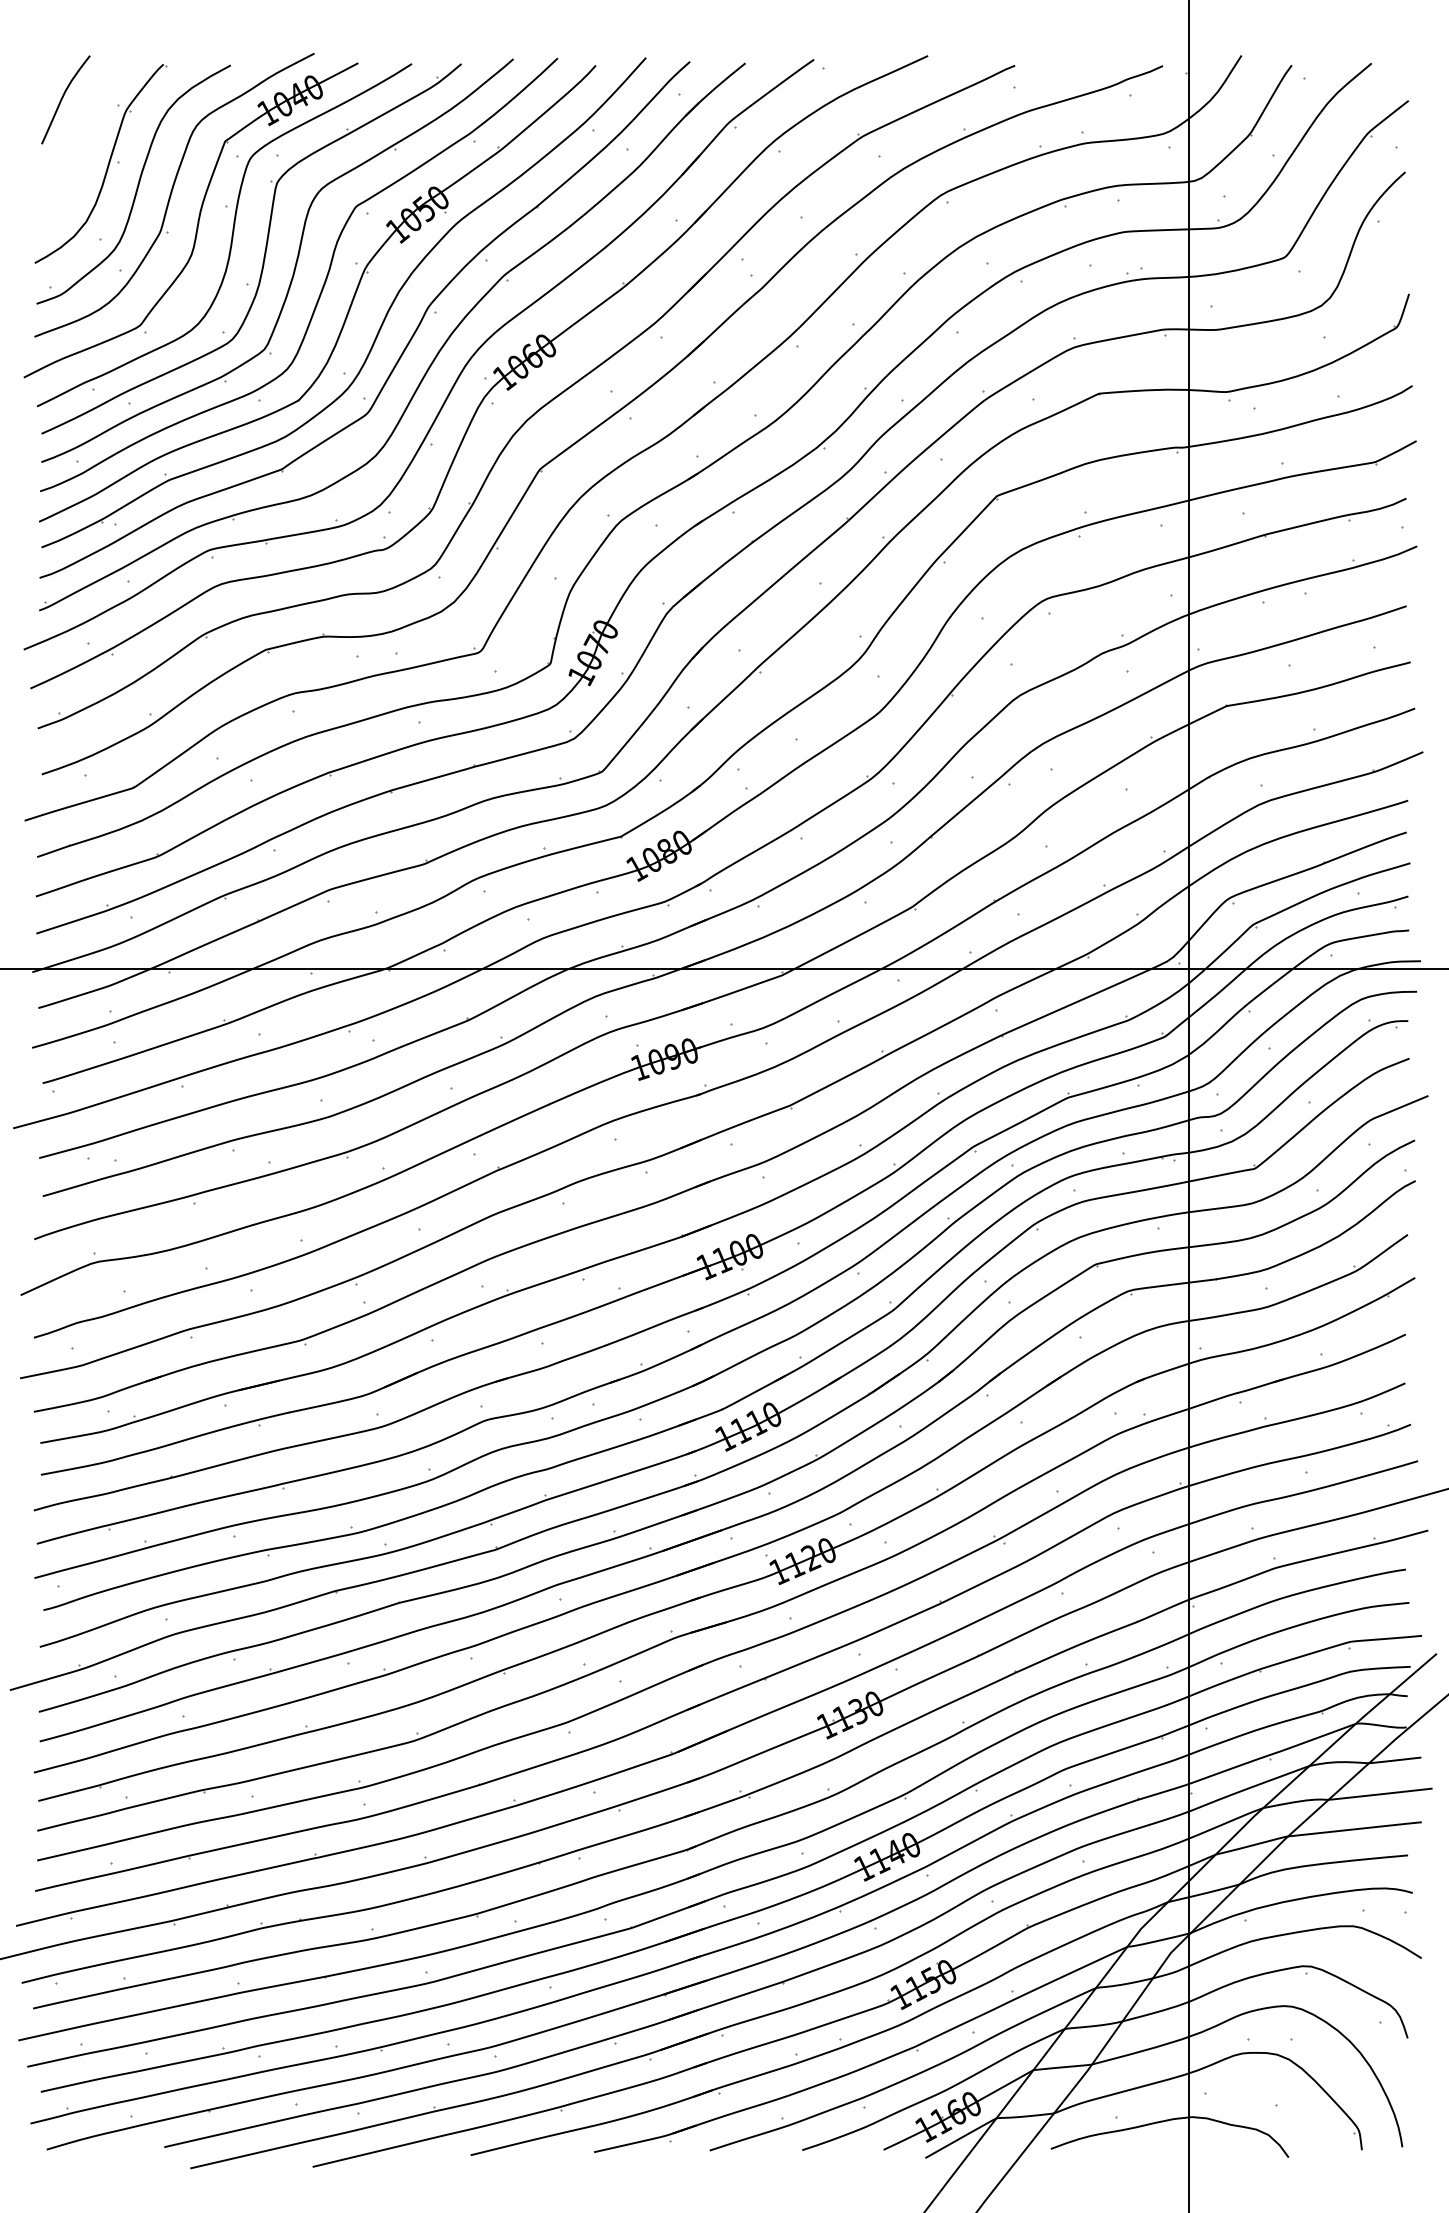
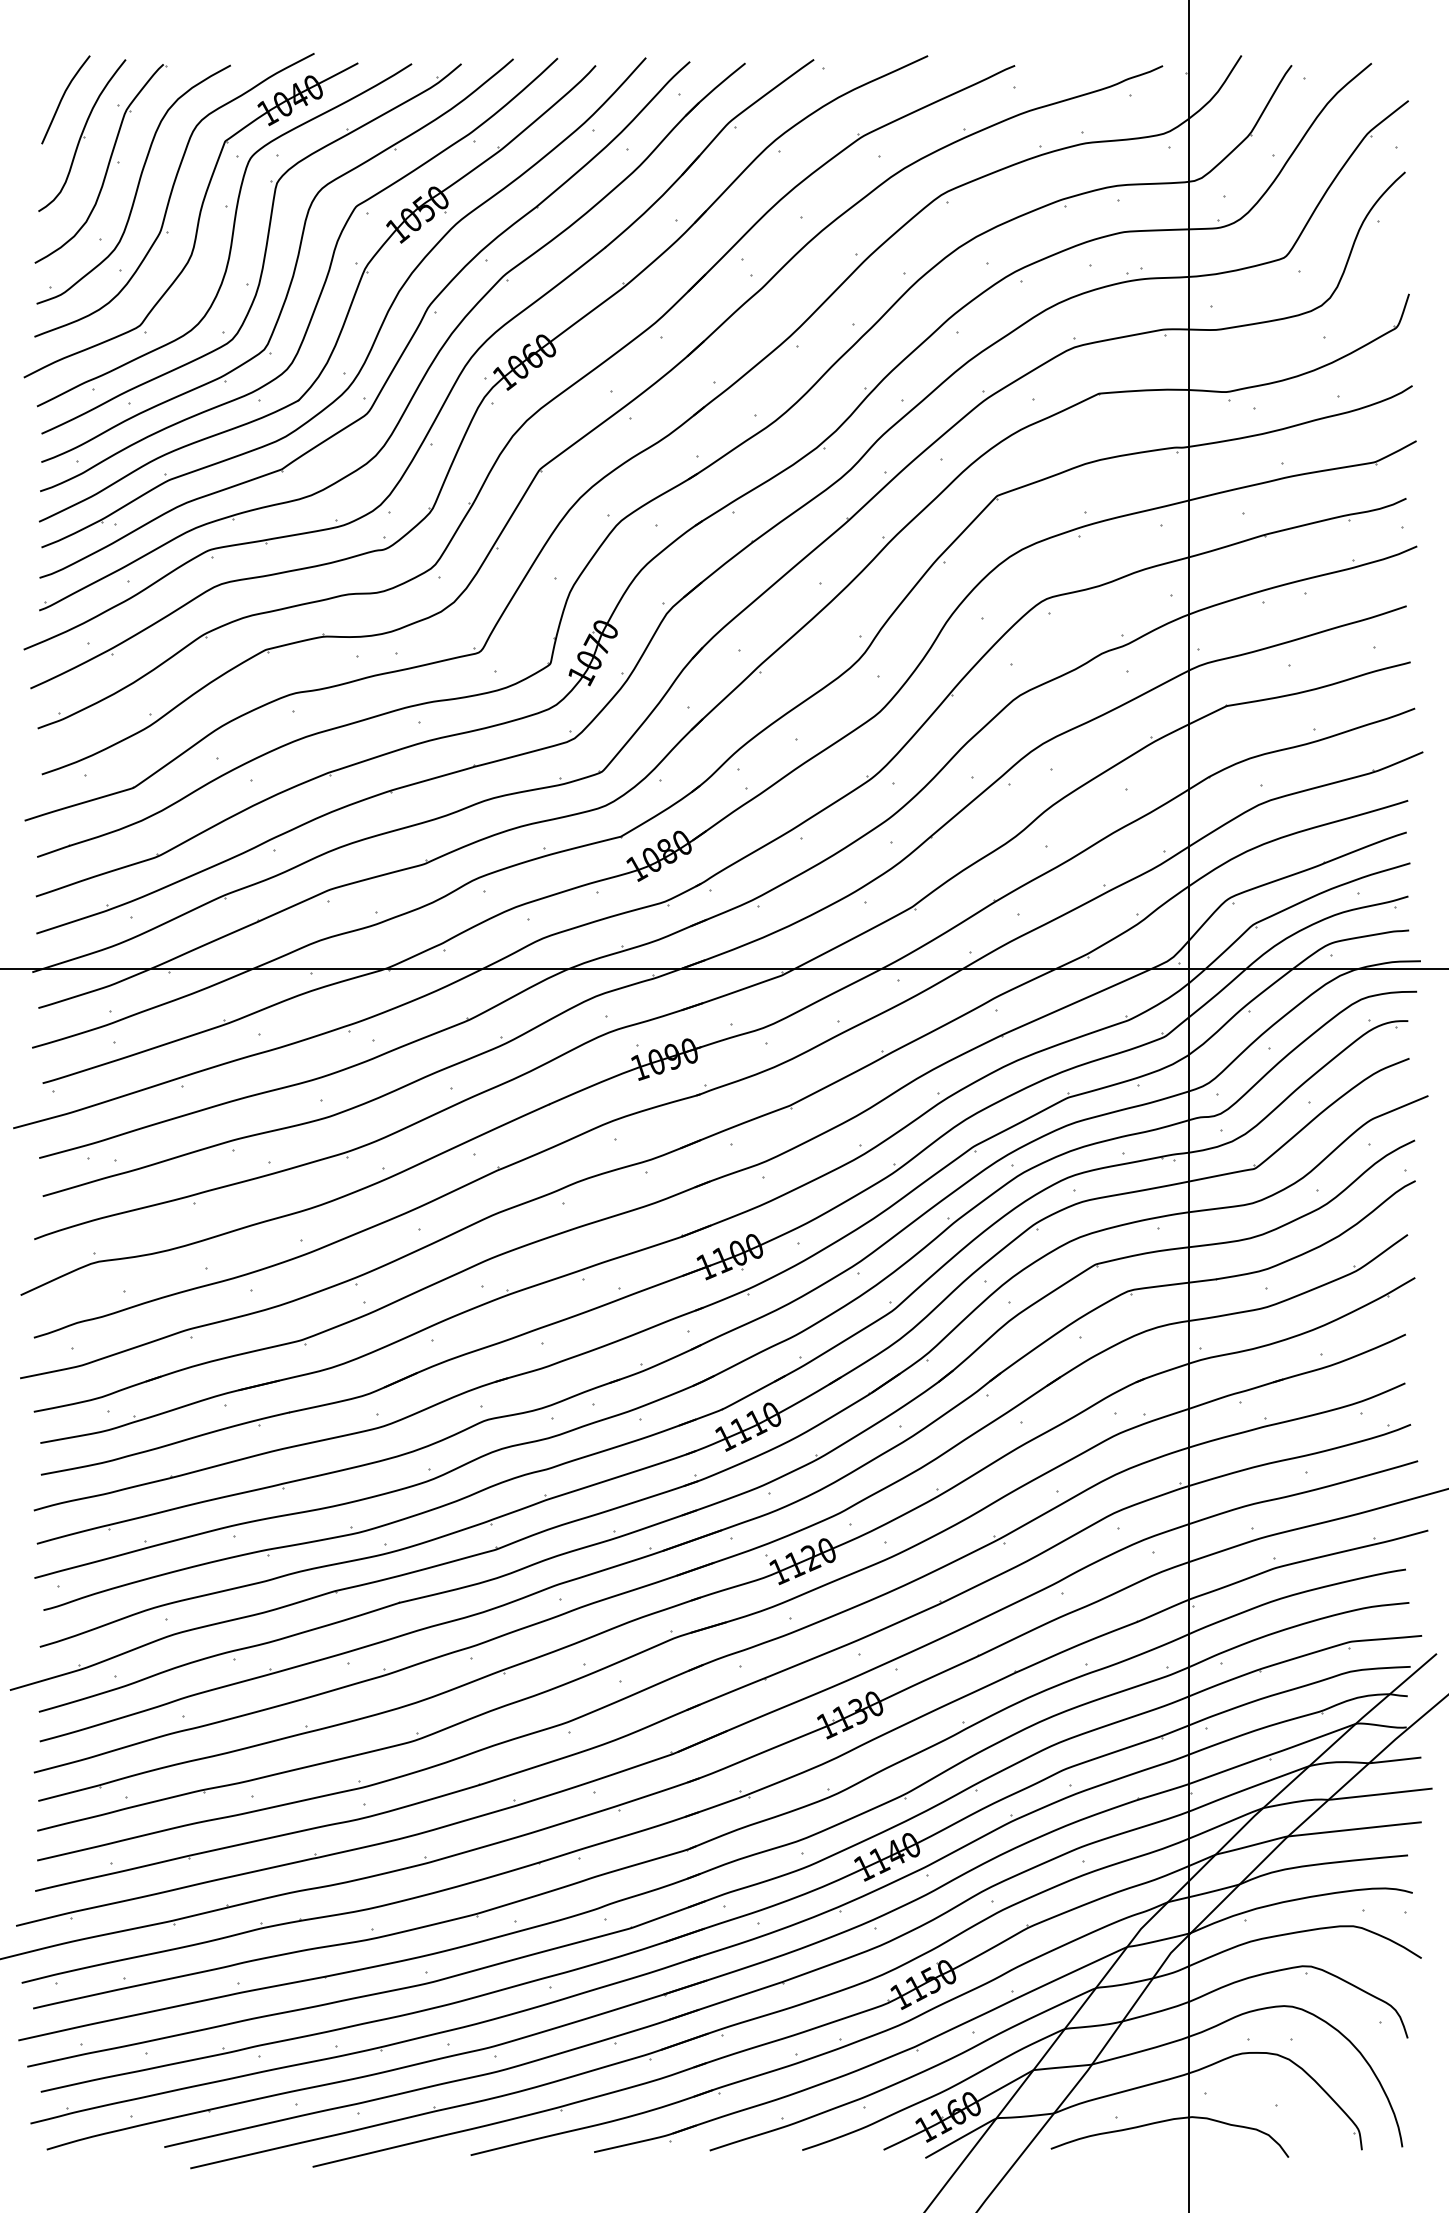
part at (82, 135): none -> present
